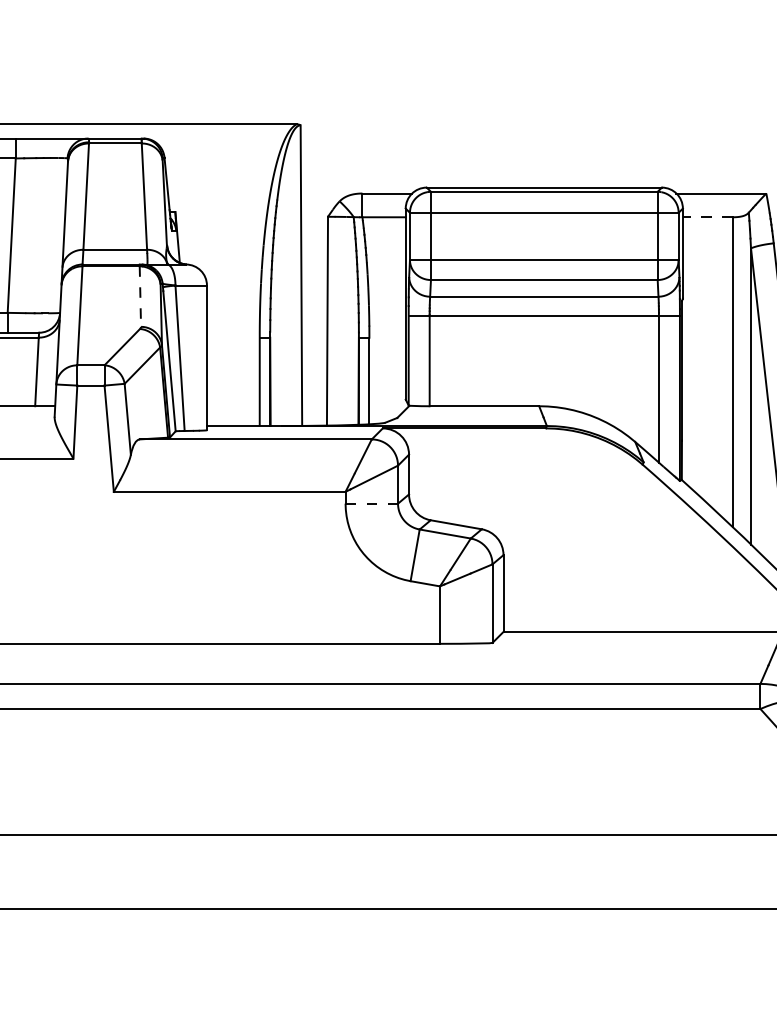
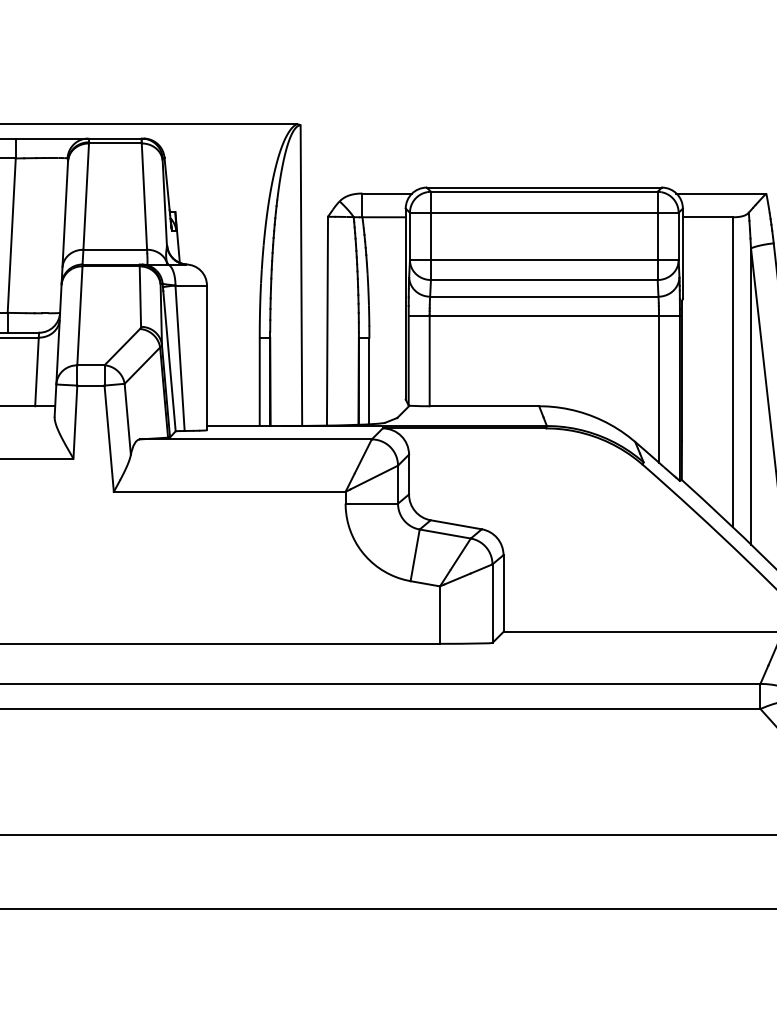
line at (707, 217): dashed -> solid
line at (140, 297): dashed -> solid
line at (372, 503): dashed -> solid
